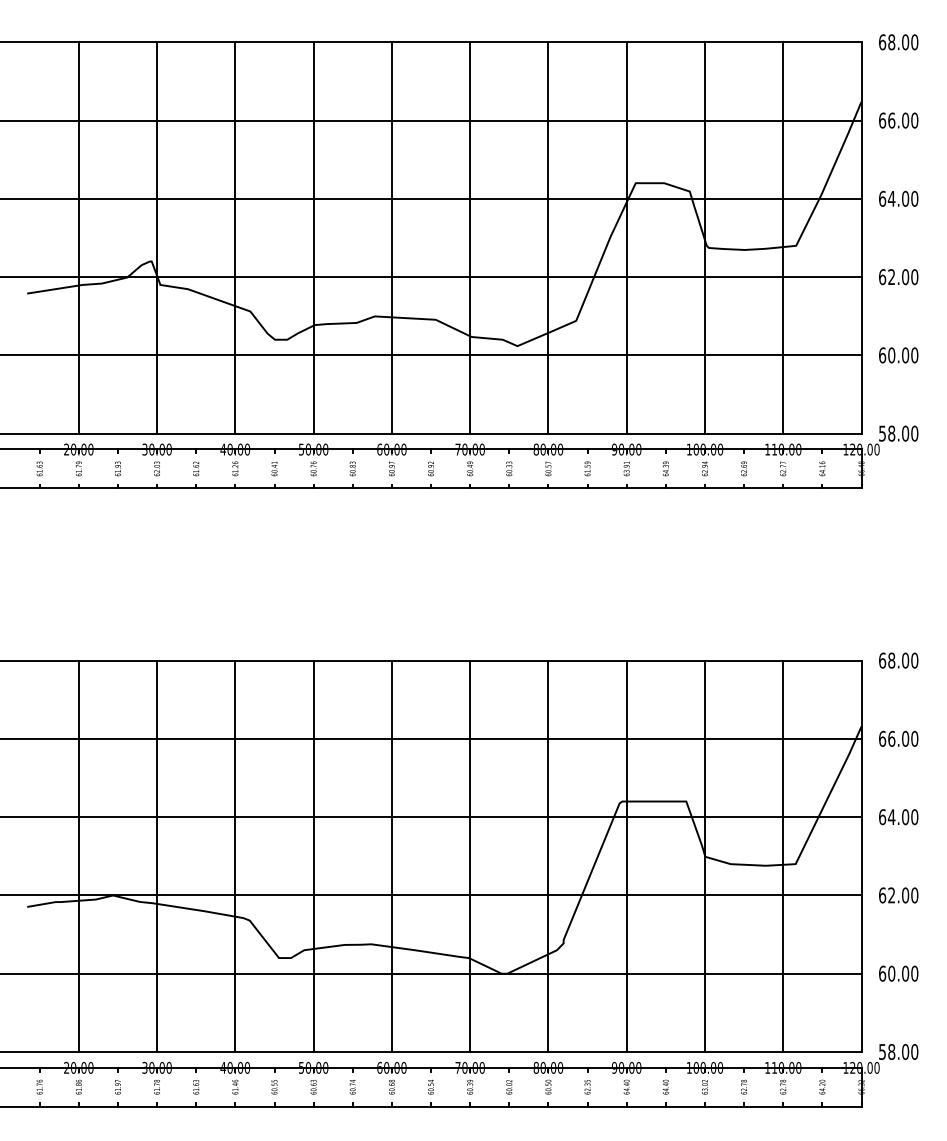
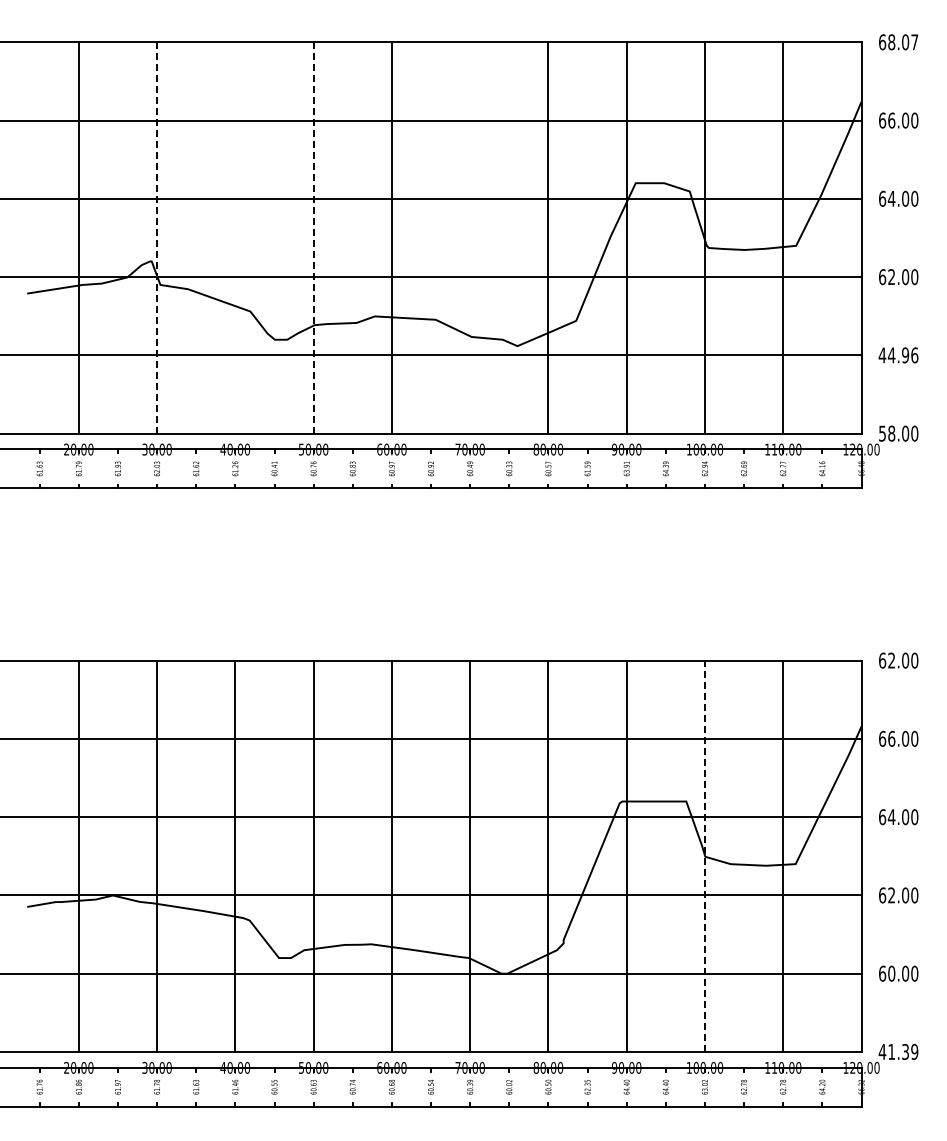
text at (914, 42): 68.00 -> 68.07
line at (235, 237): present -> none
line at (470, 237): present -> none
line at (157, 238): solid -> dashed
line at (313, 238): solid -> dashed
text at (898, 355): 60.00 -> 44.96
text at (891, 660): 68.00 -> 62.00
line at (704, 856): solid -> dashed
text at (898, 1051): 58.00 -> 41.39
